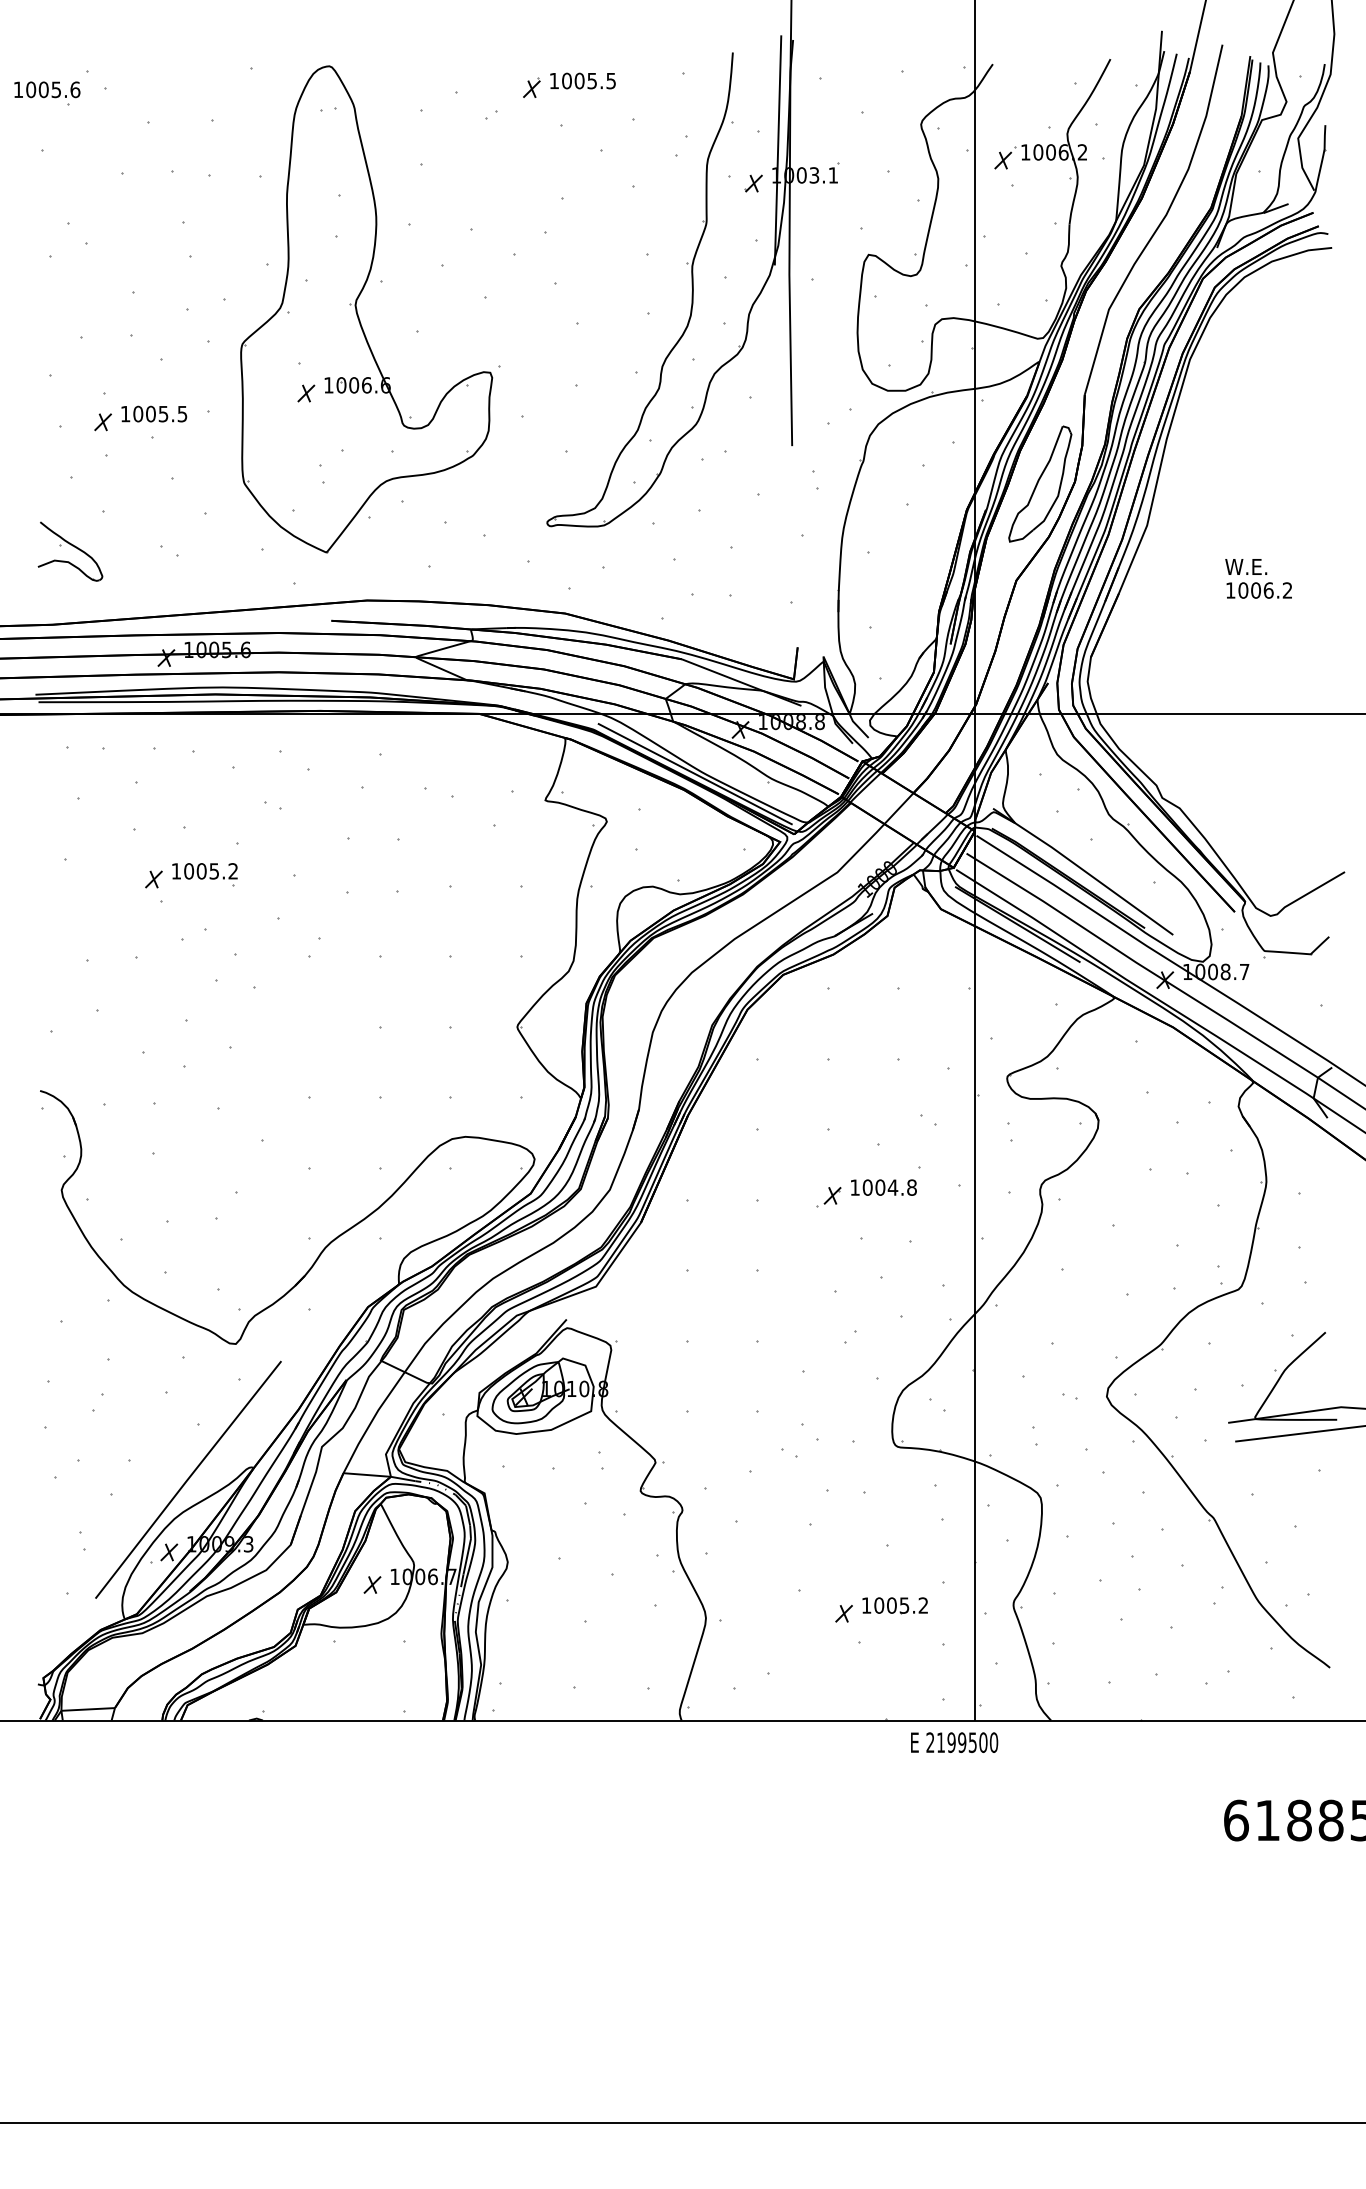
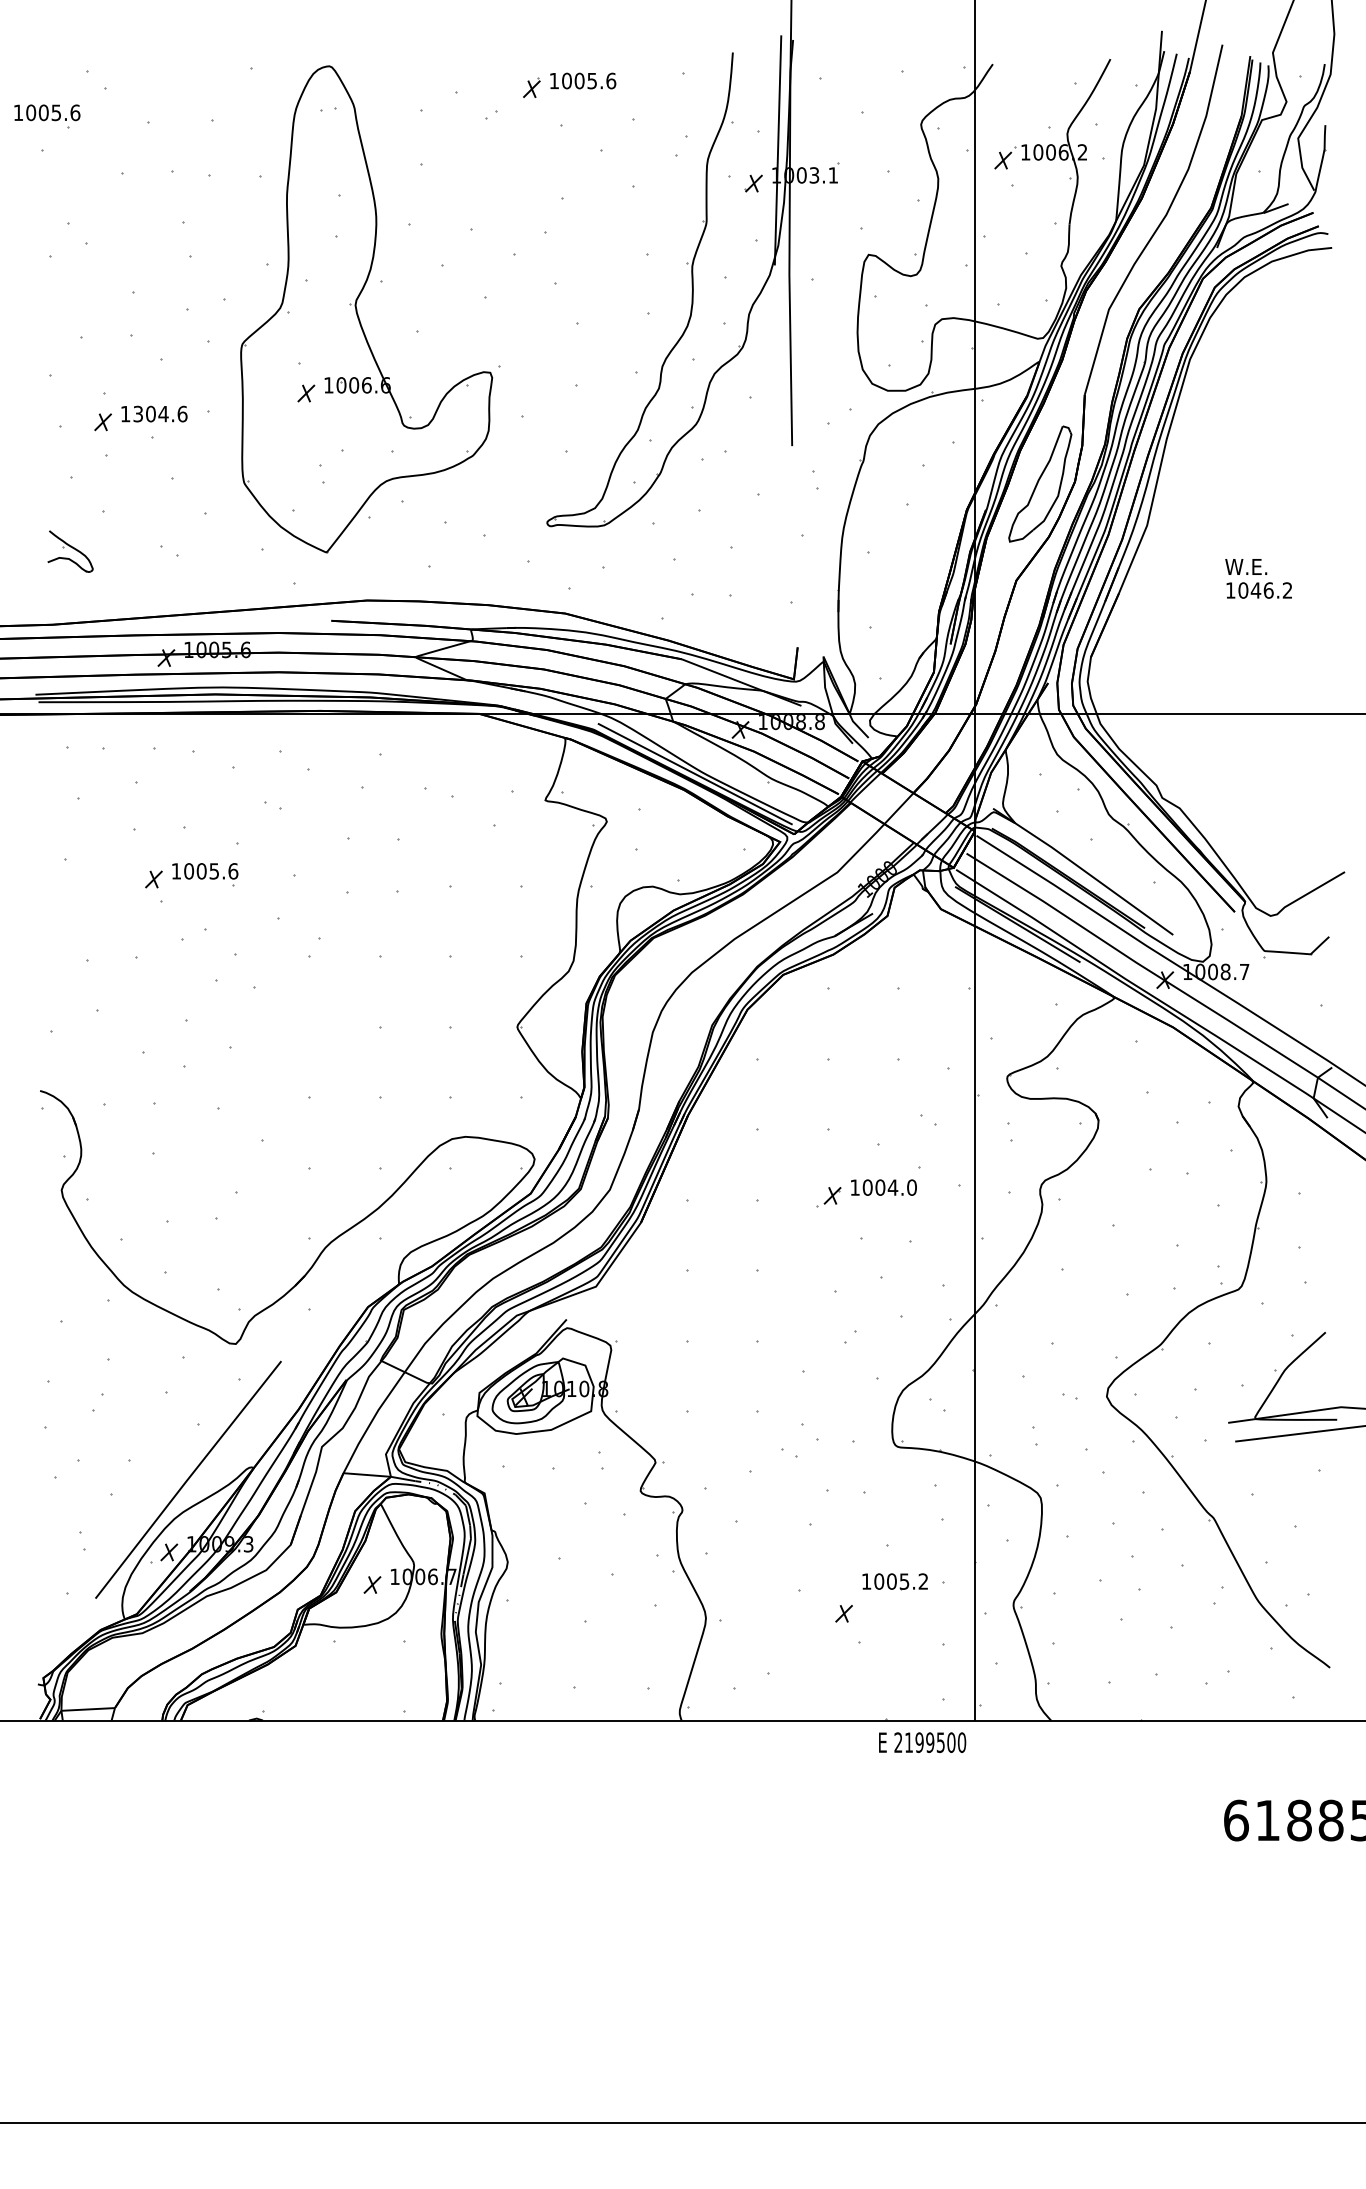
text at (611, 80): 1005.5 -> 1005.6
part at (47, 93) position: (47, 93) -> (47, 116)
text at (160, 413): 1005.5 -> 1304.6
part at (70, 551) size: 67x61 px -> 47x43 px
text at (1255, 590): 1006.2 -> 1046.2
text at (233, 871): 1005.2 -> 1005.6
text at (911, 1187): 1004.8 -> 1004.0
part at (894, 1605) position: (894, 1605) -> (894, 1581)
text at (954, 1742) position: (954, 1742) -> (922, 1742)
